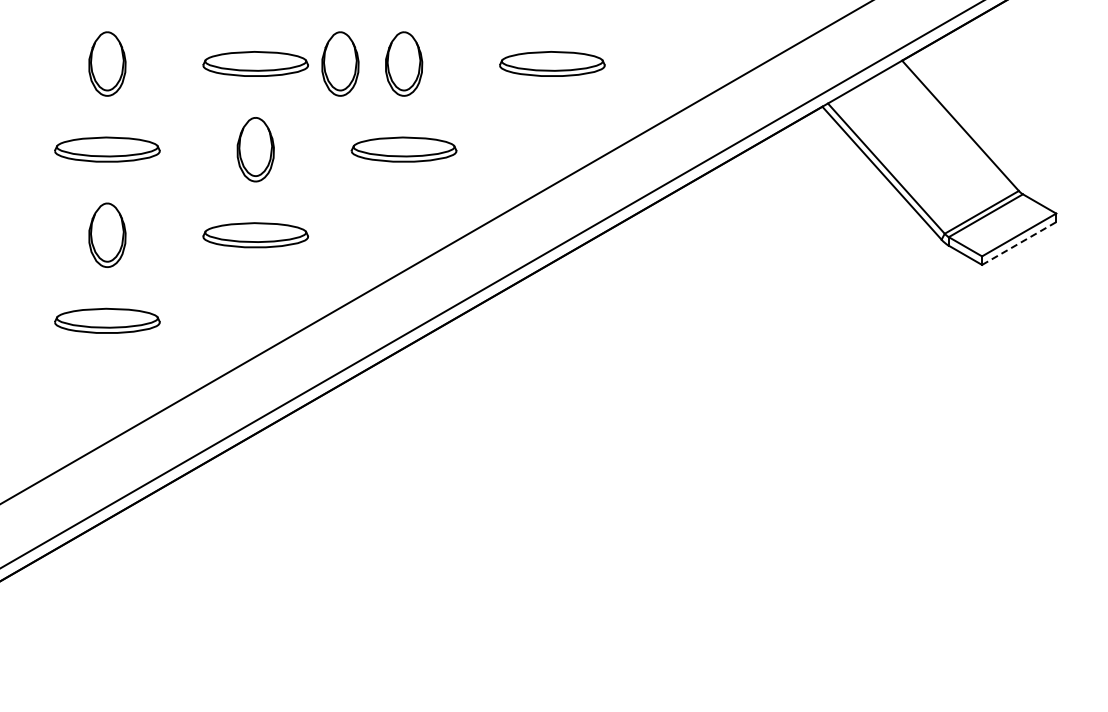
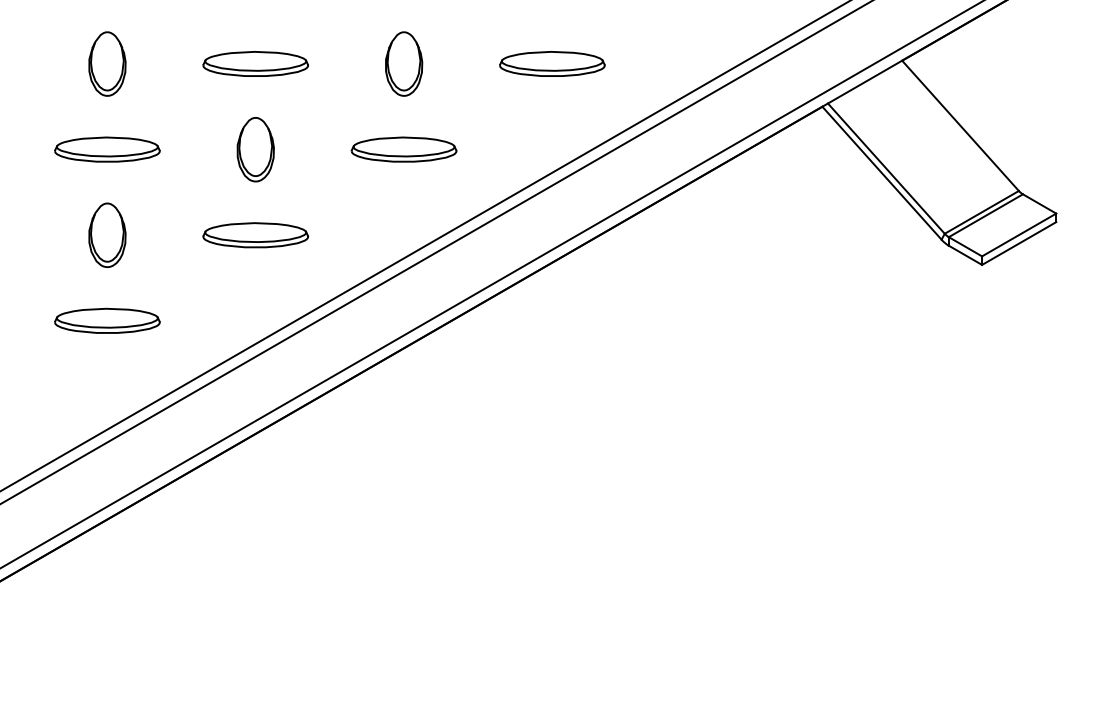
part at (340, 63): present -> none
line at (1019, 243): dashed -> solid
line at (424, 246): none -> present
